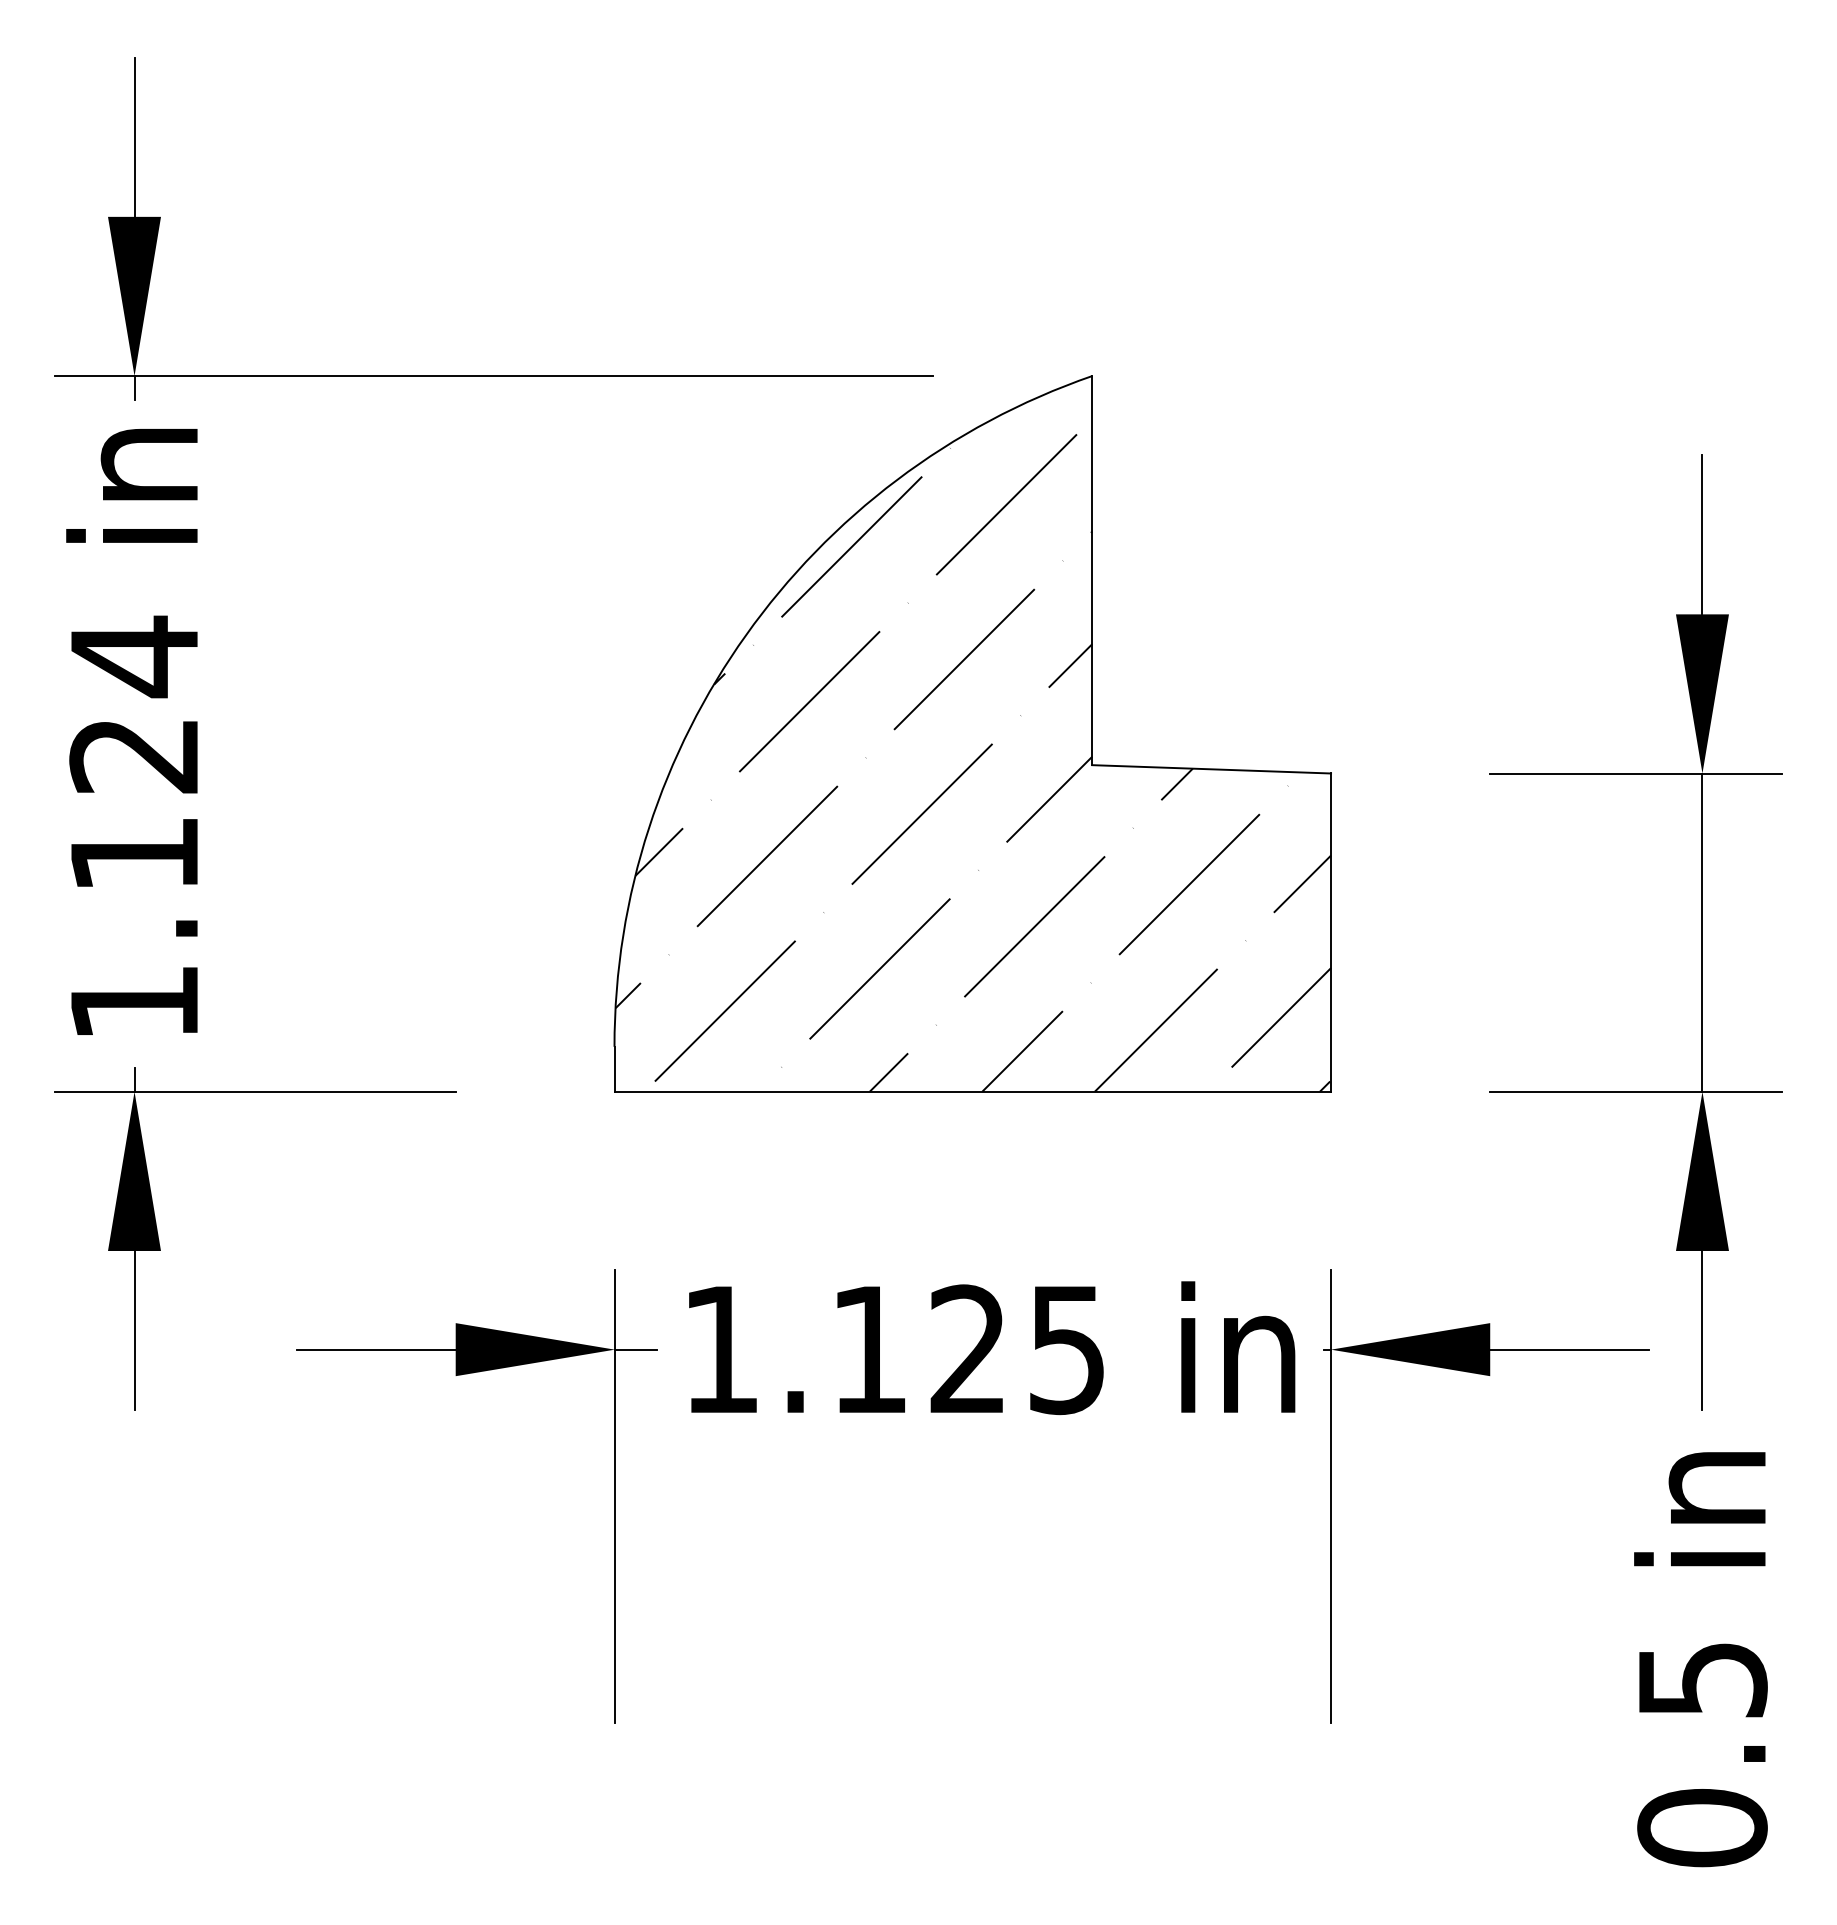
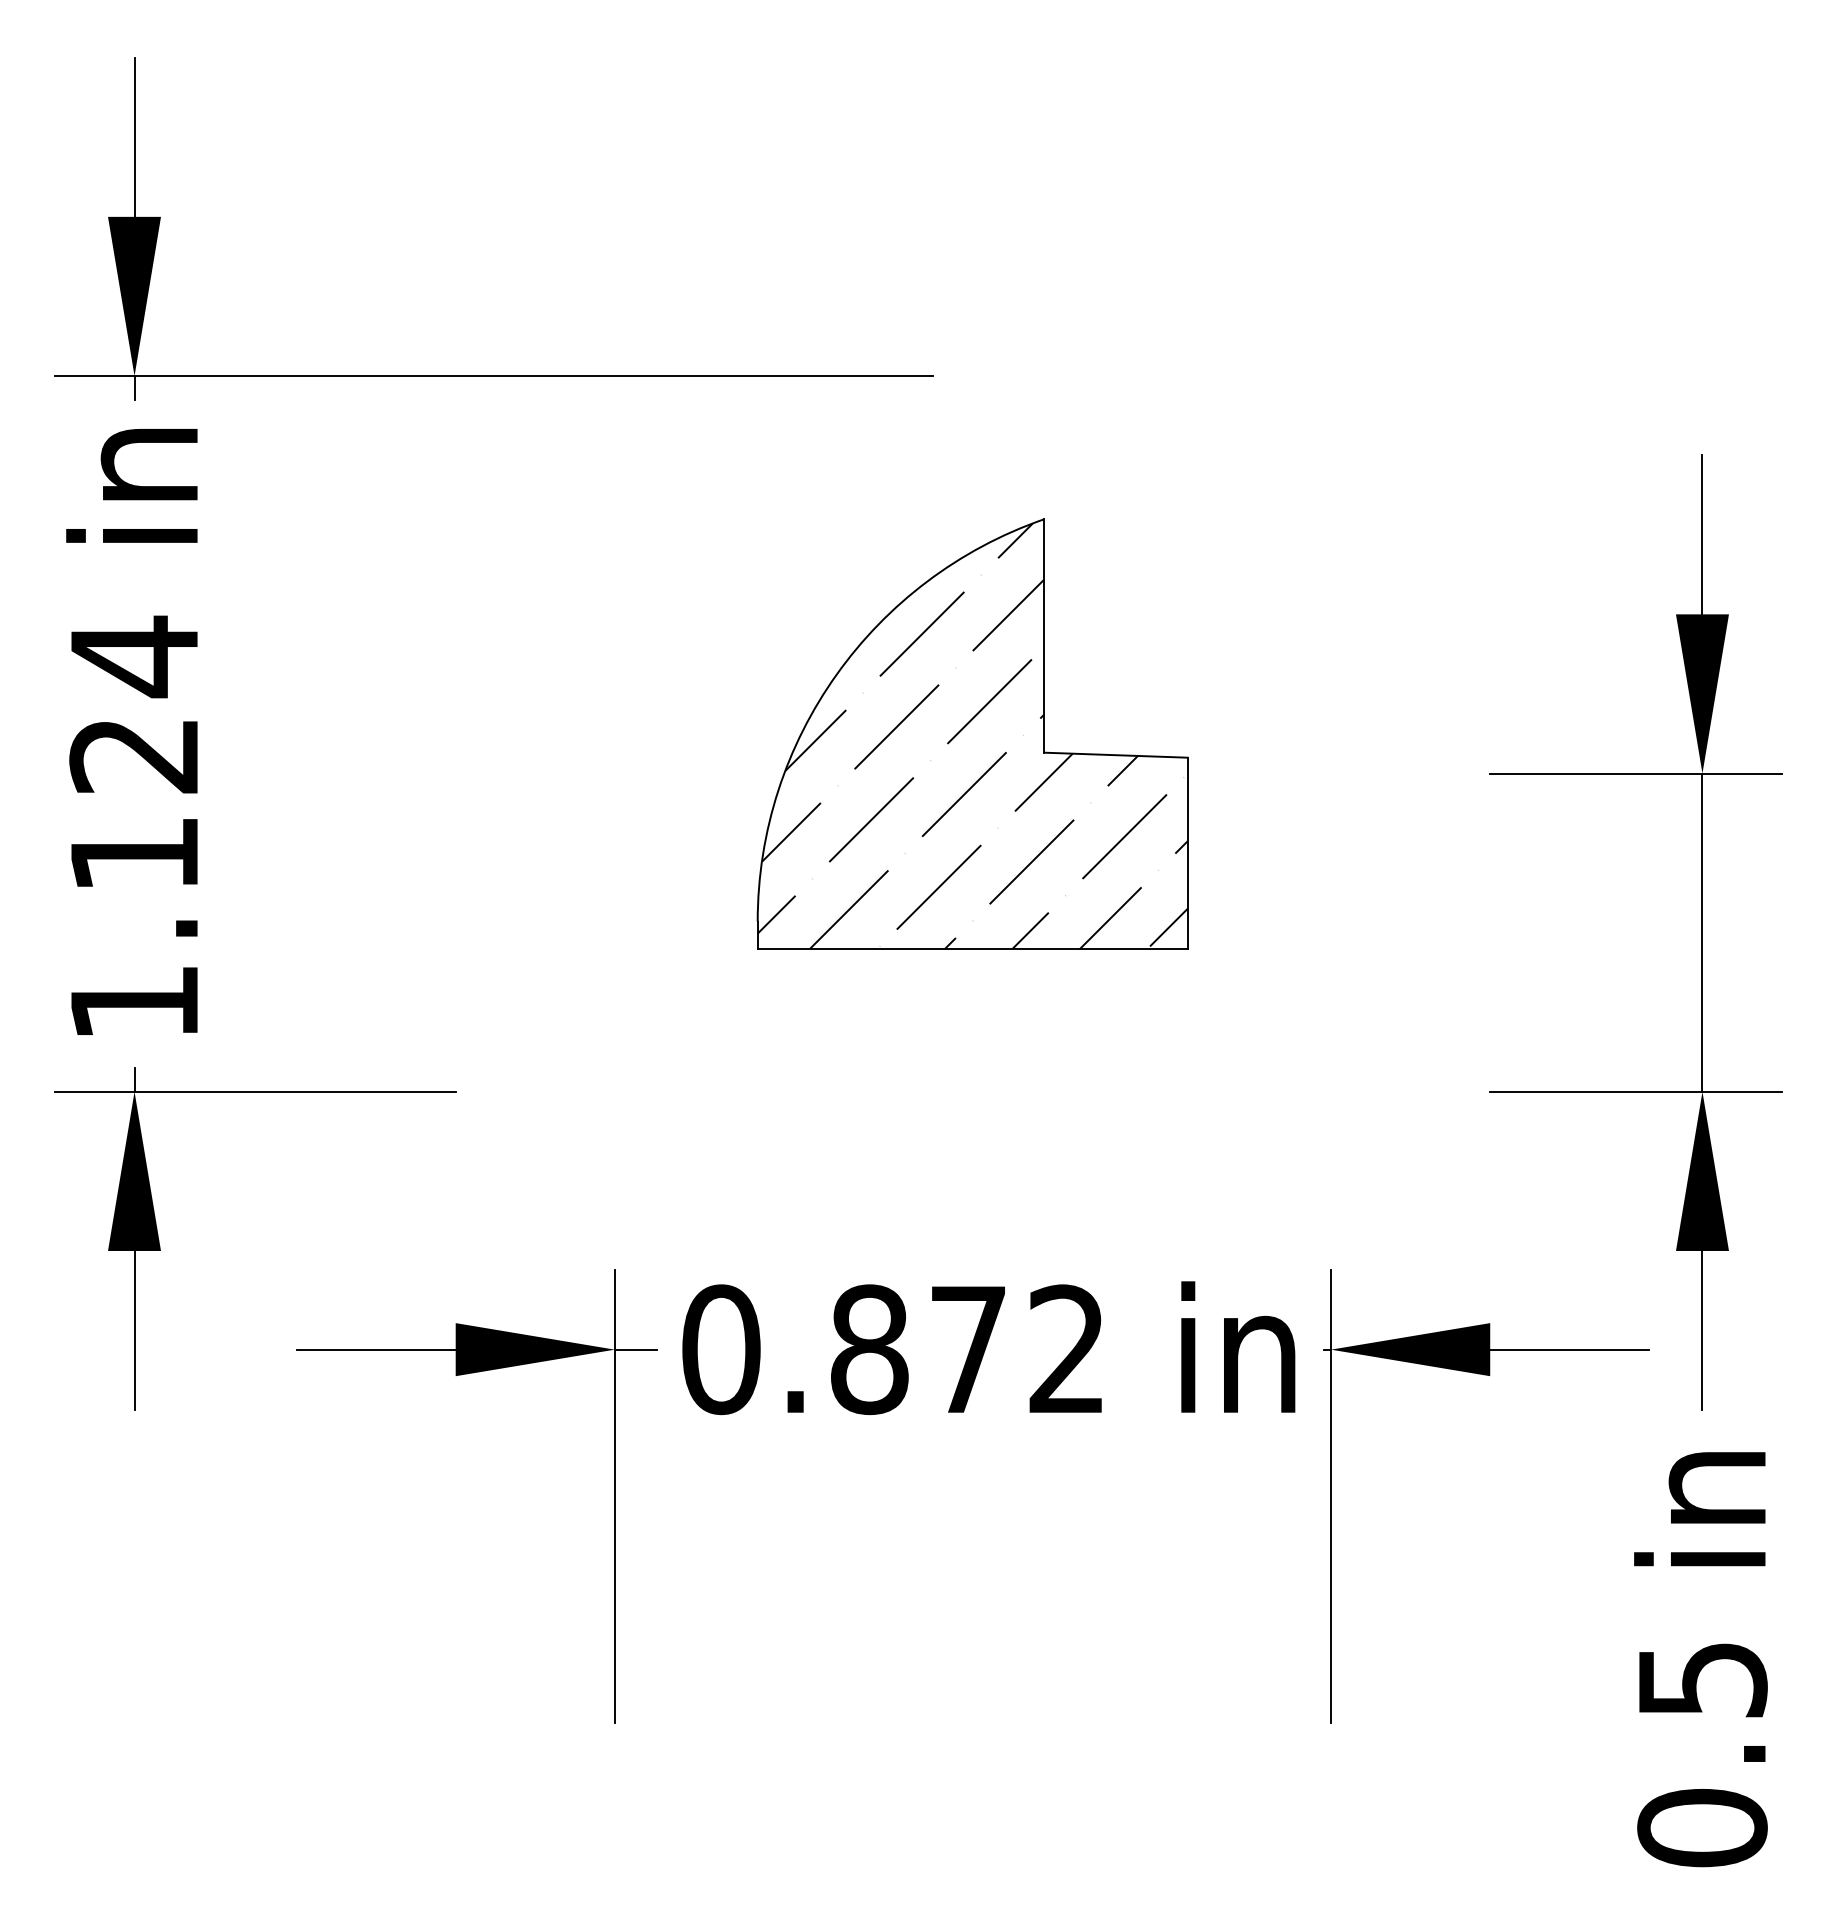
part at (972, 733) size: 719x718 px -> 433x432 px
text at (892, 1349): 1.125 -> 0.872
